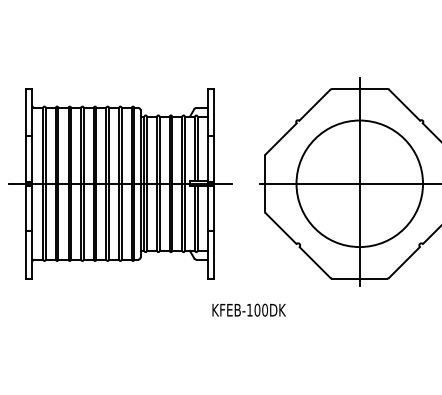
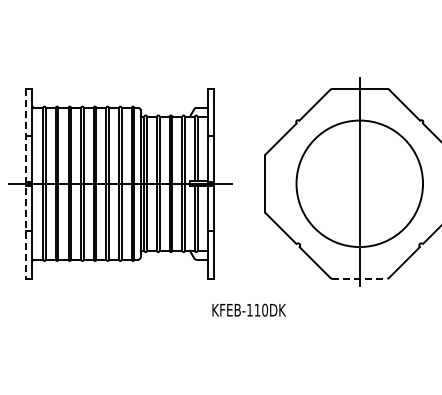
line at (26, 183): solid -> dashed
line at (349, 183): present -> none
line at (359, 278): solid -> dashed
text at (257, 309): KFEB-100DK -> KFEB-110DK
